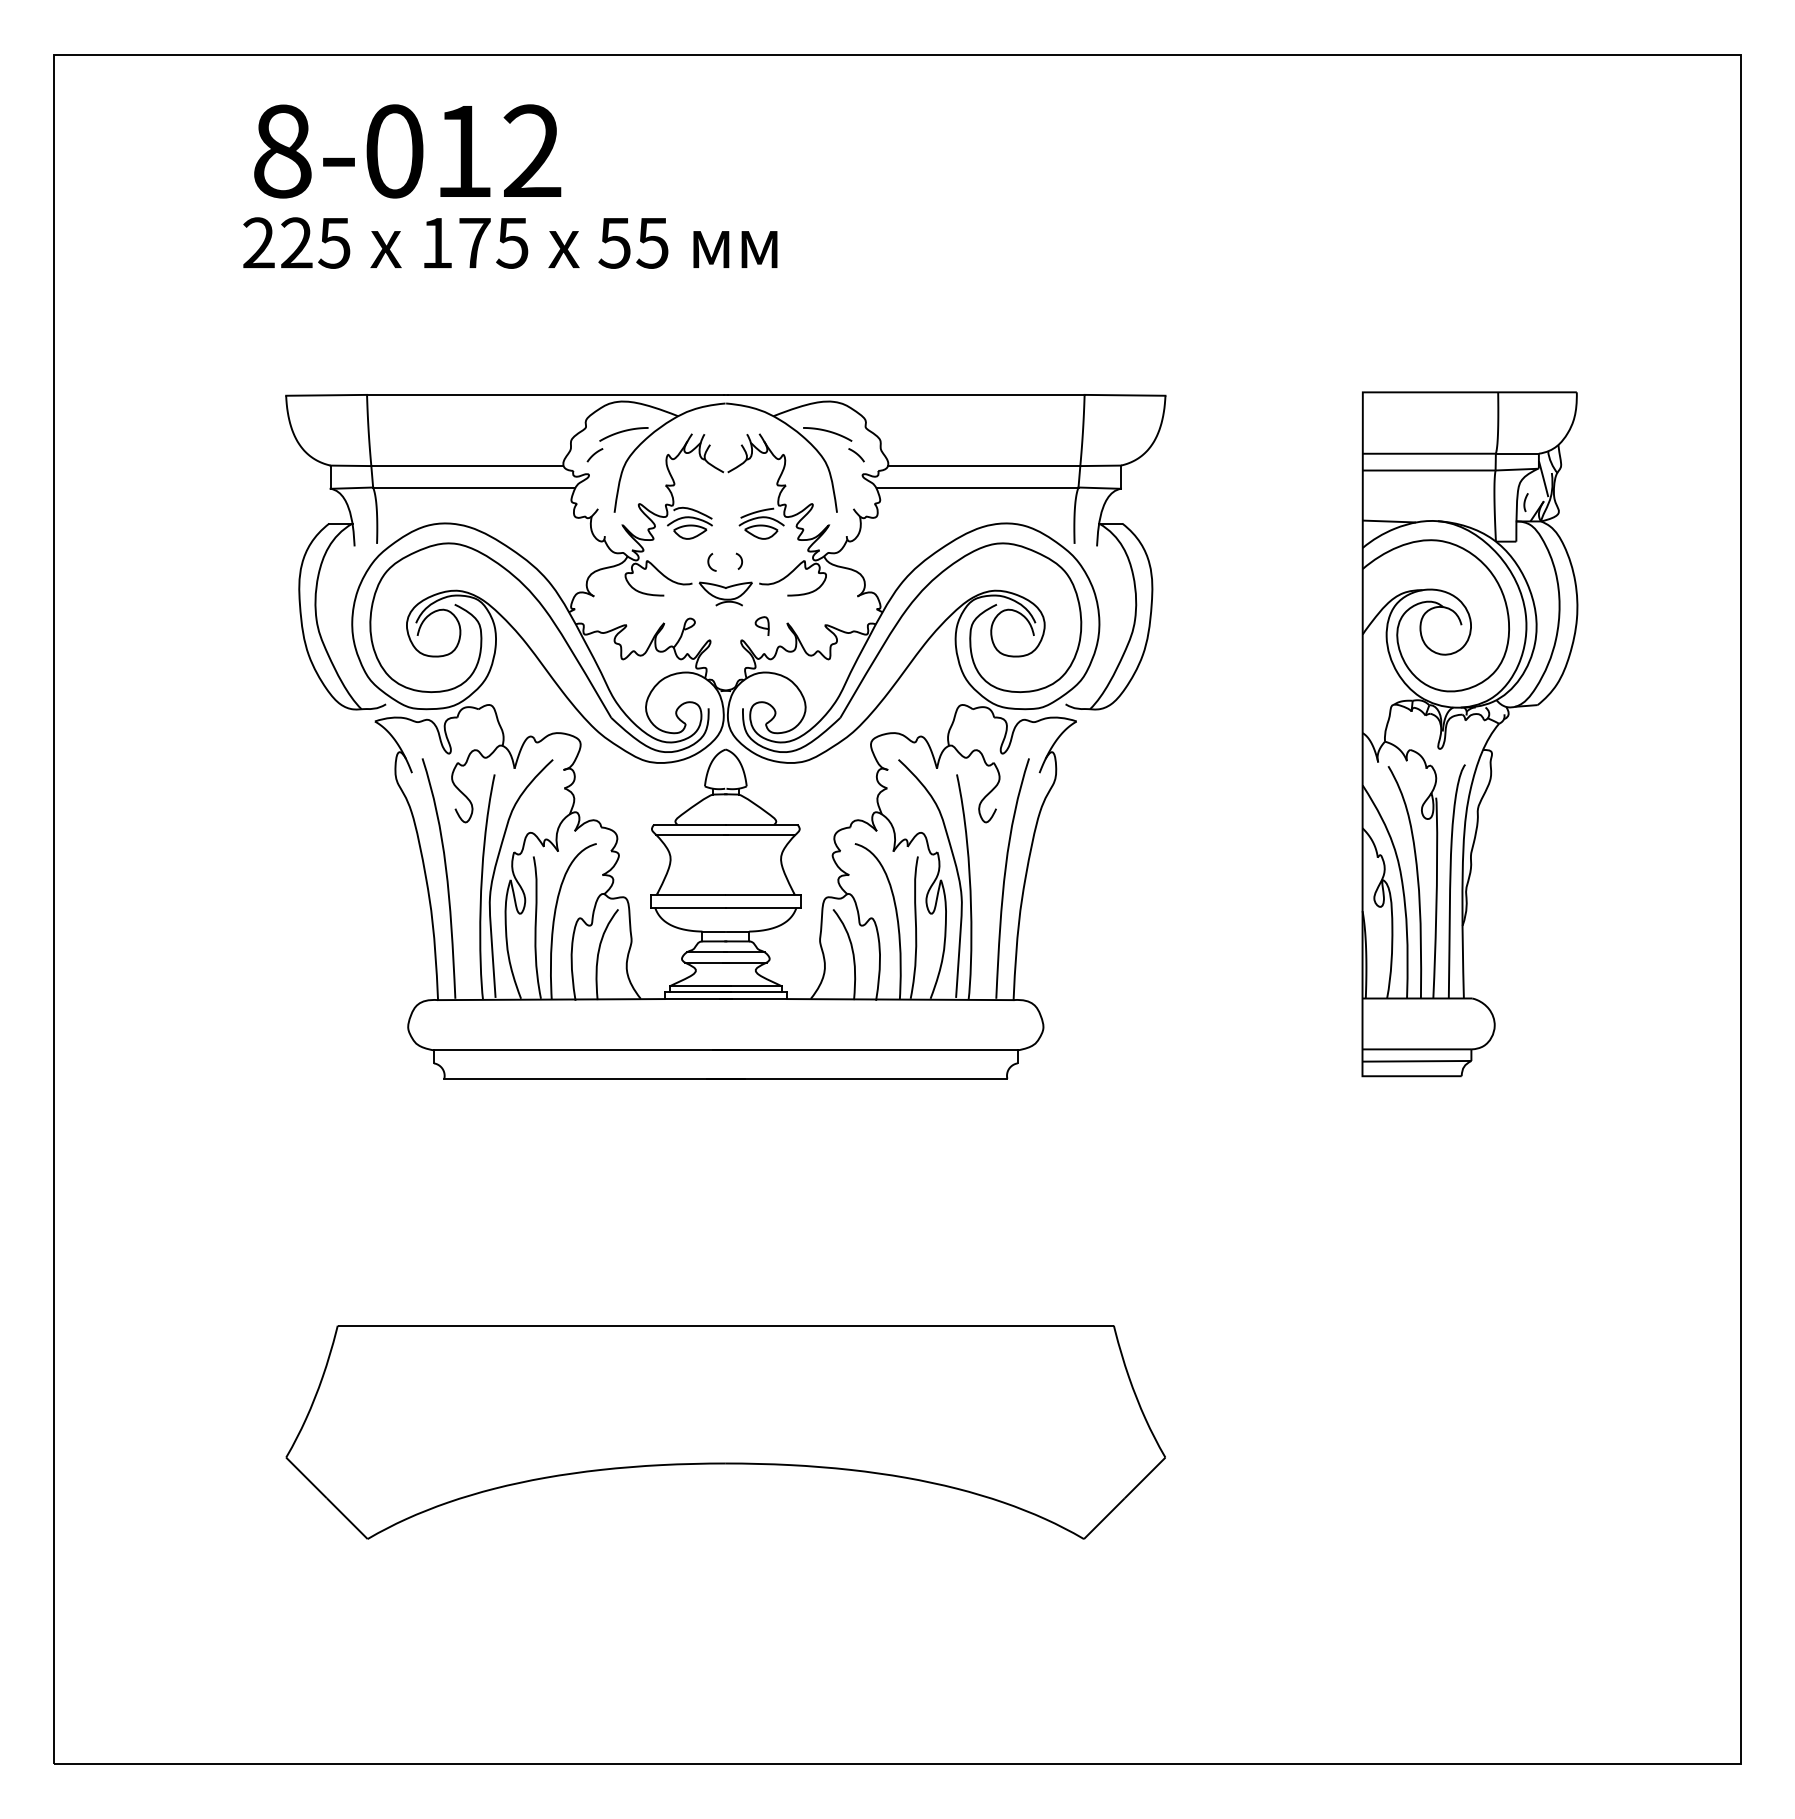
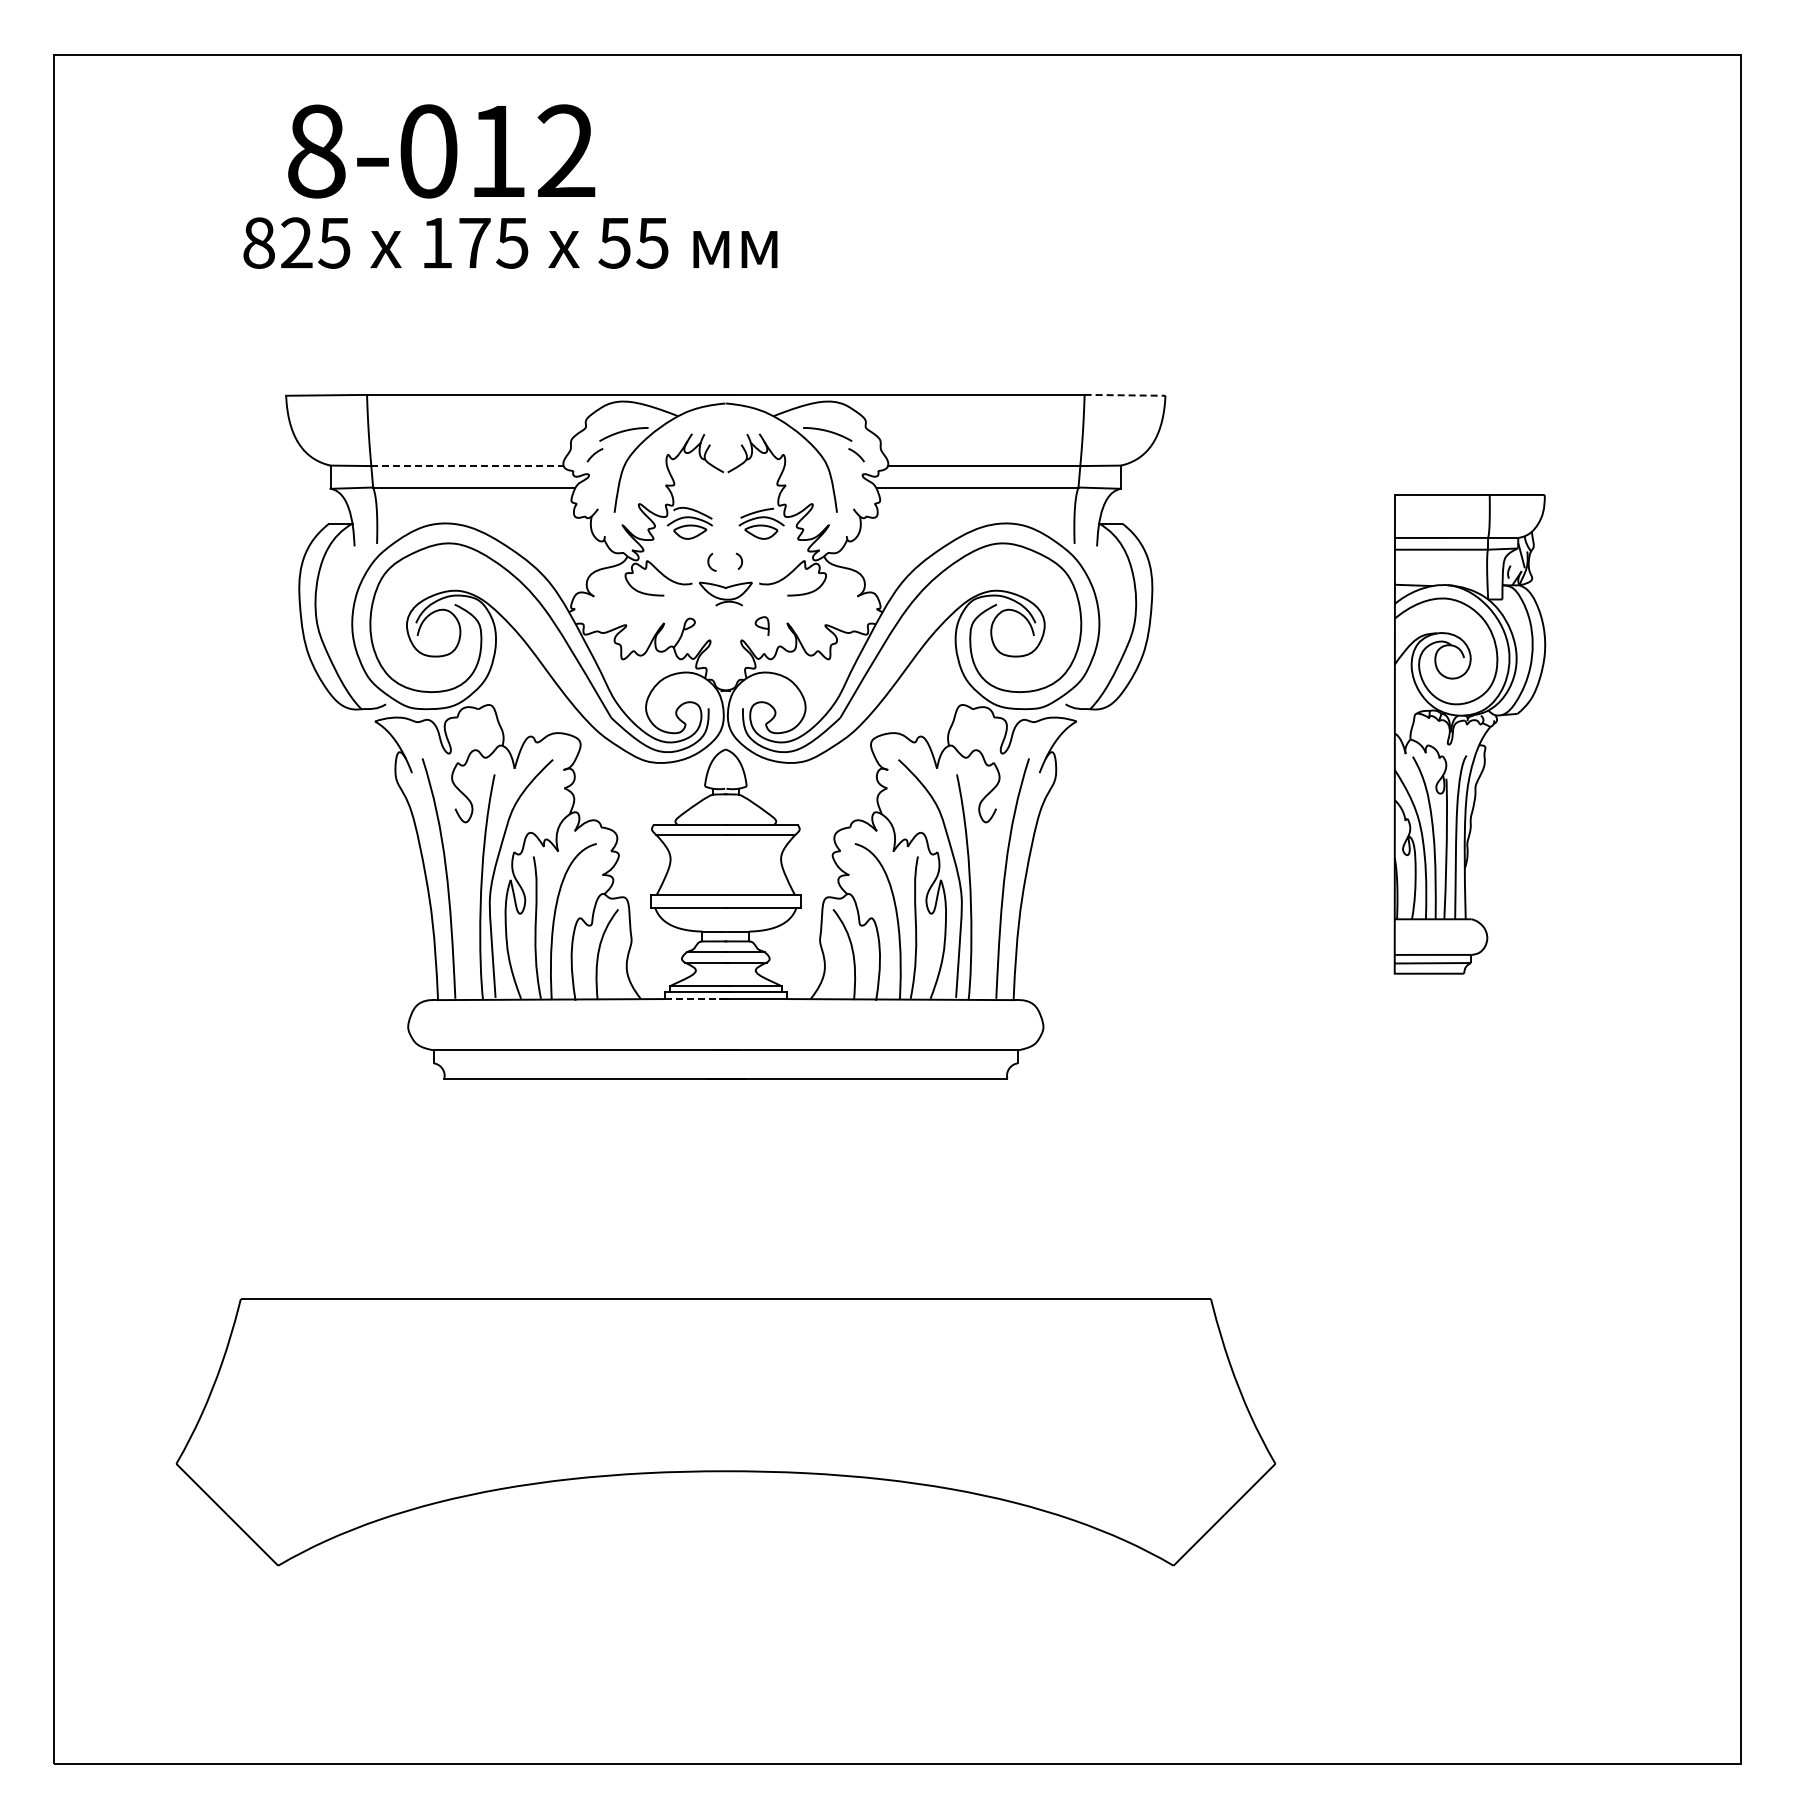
text at (407, 151) position: (407, 151) -> (441, 151)
text at (258, 242): 225 -> 825
line at (1125, 395): solid -> dashed
line at (467, 466): solid -> dashed
part at (1469, 734) size: 218x687 px -> 154x481 px
line at (698, 999): solid -> dashed
part at (725, 1432) size: 881x215 px -> 1101x269 px
